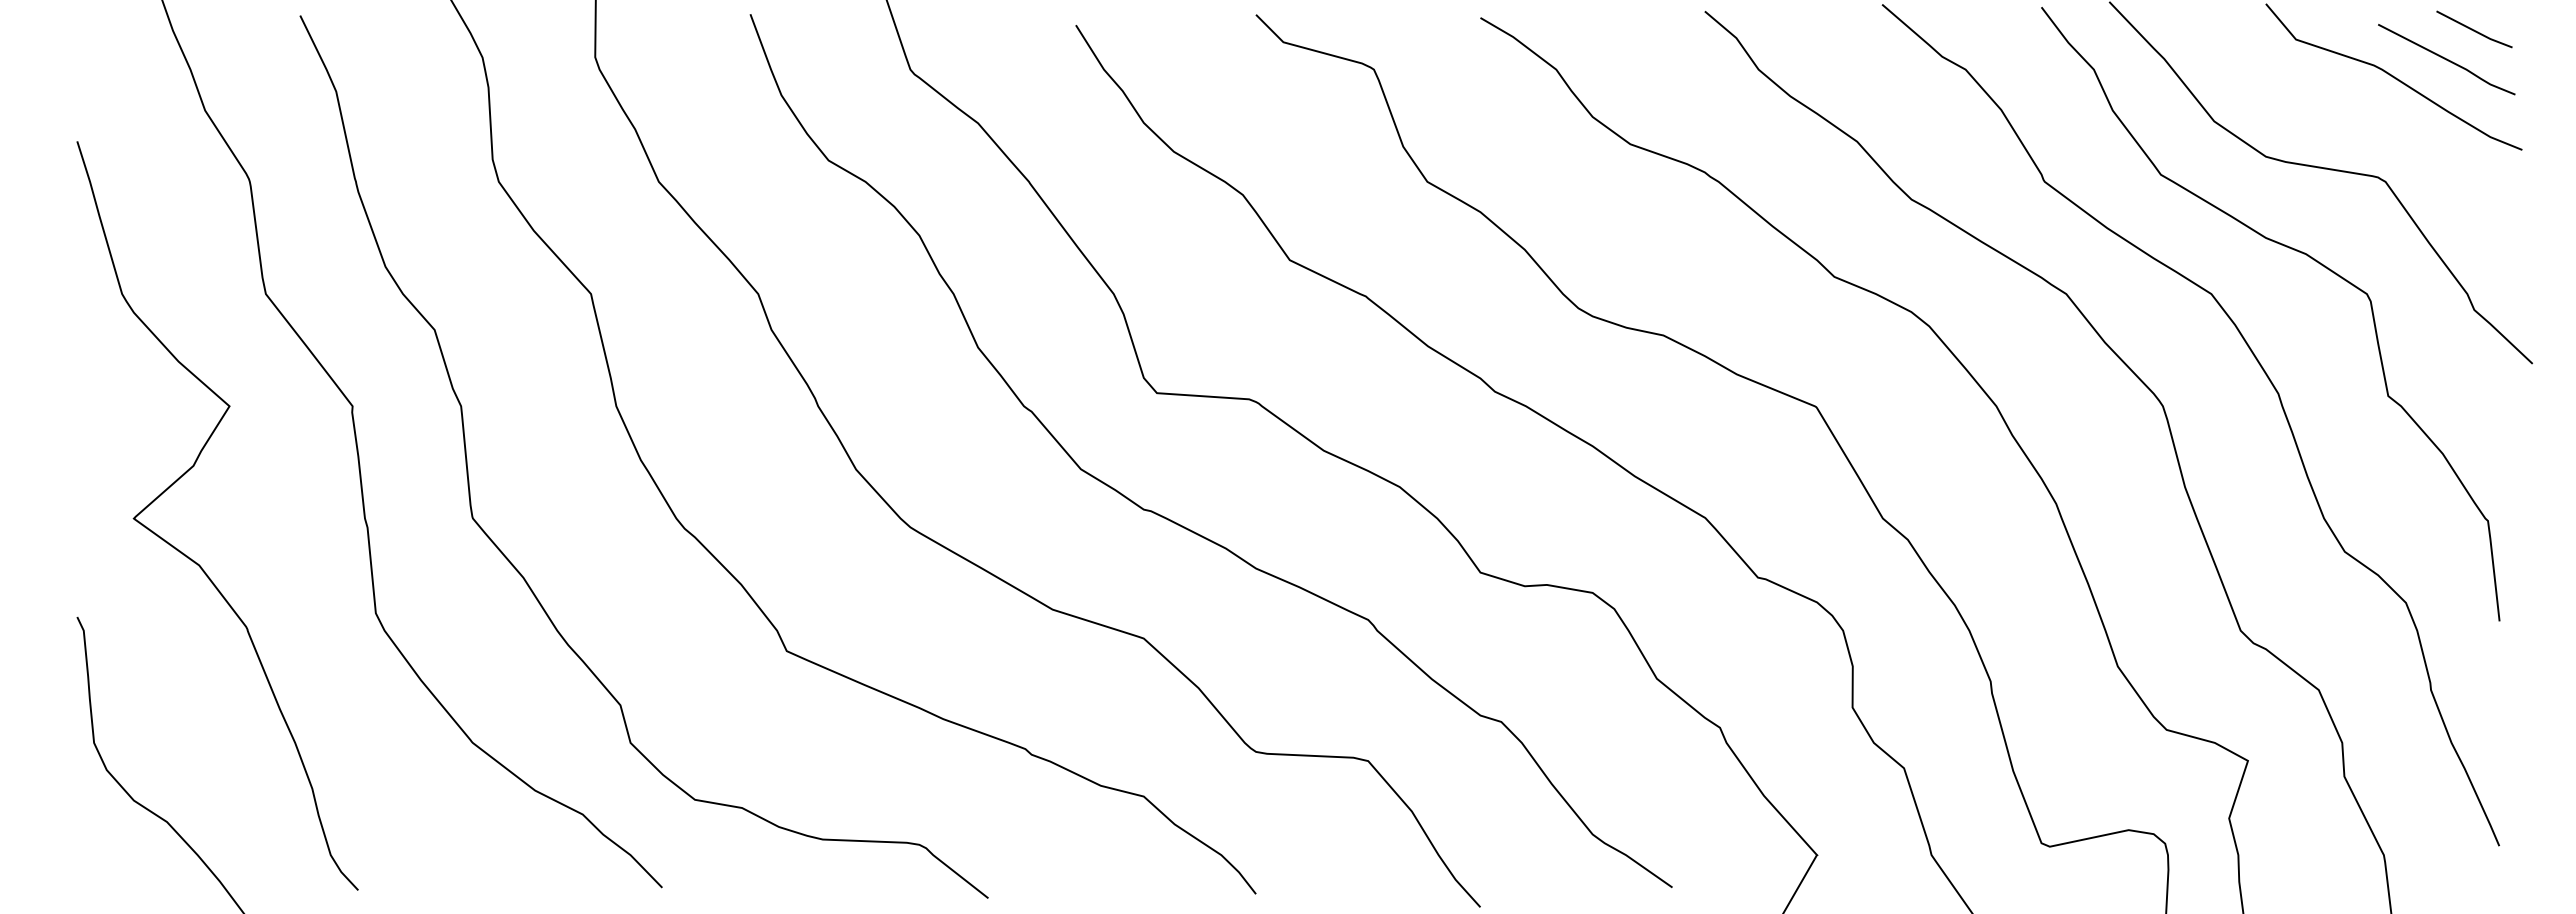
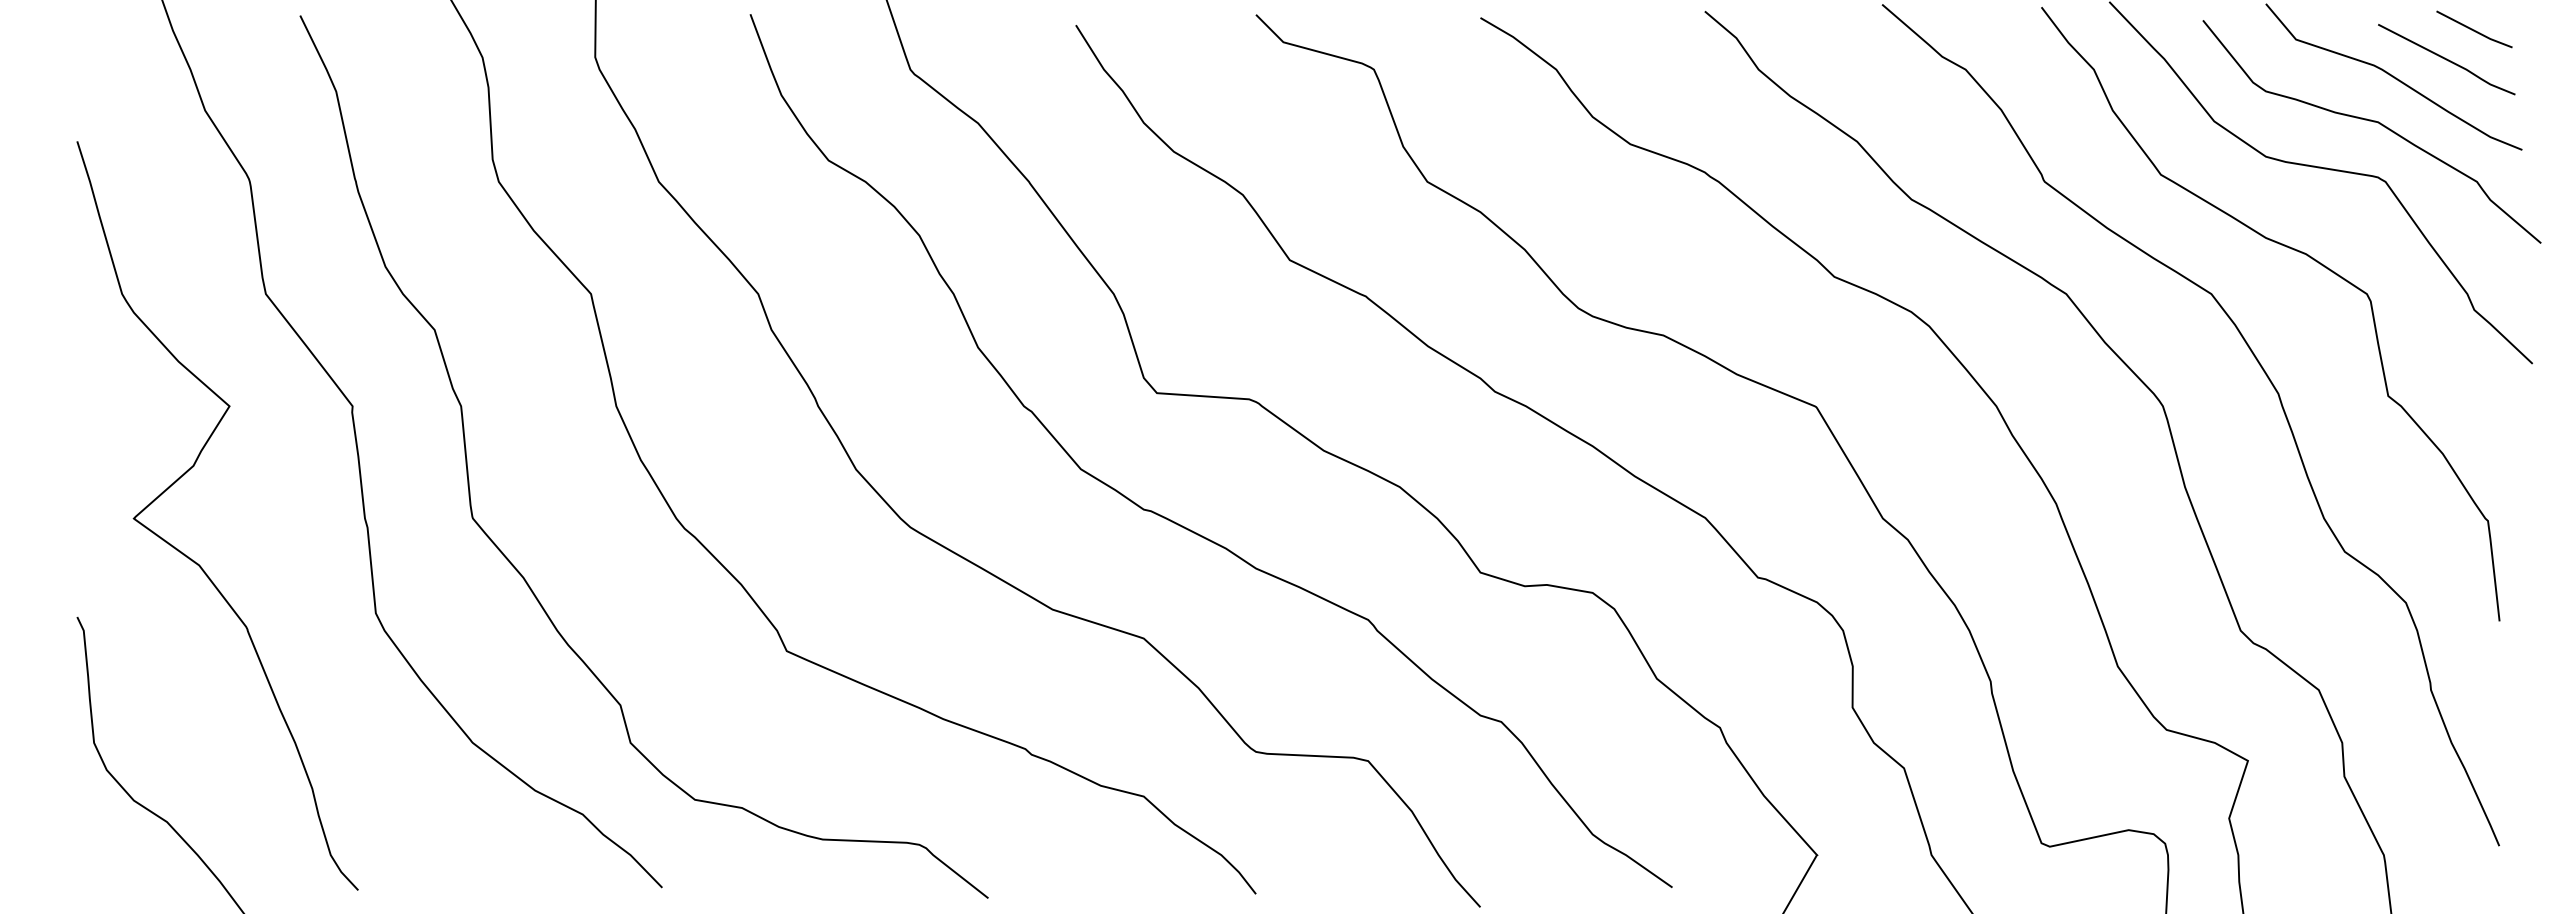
curve at (2373, 122): none -> present
